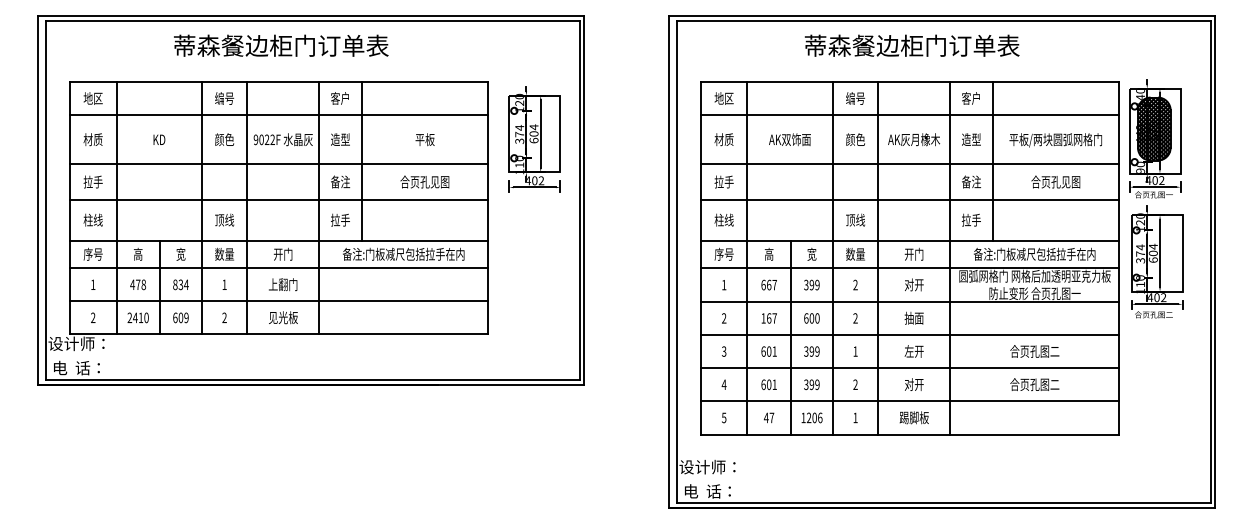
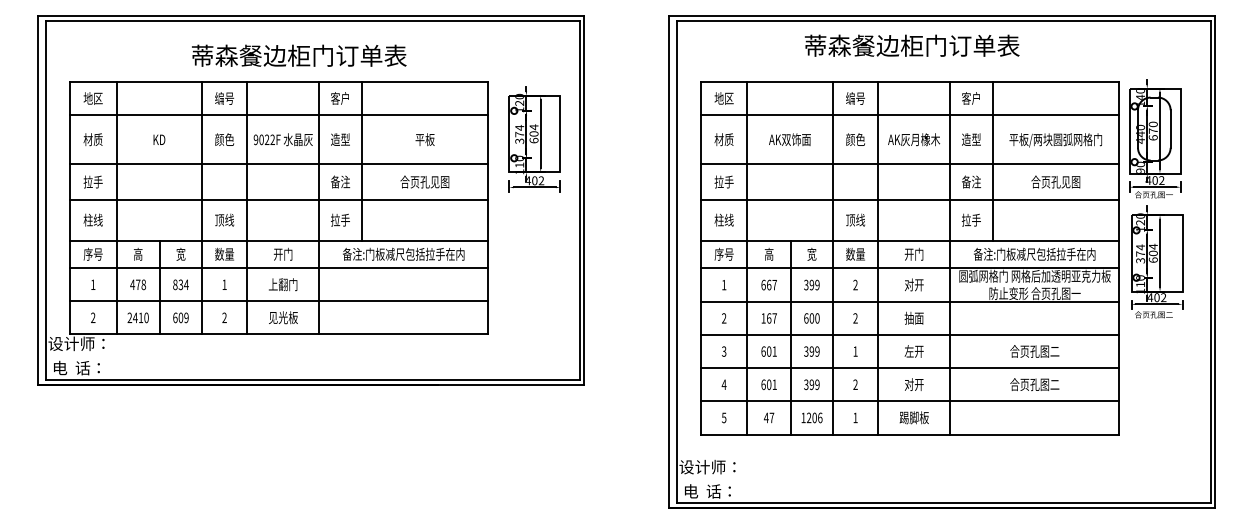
text at (281, 45) position: (281, 45) -> (299, 55)
hatch at (1153, 128): present -> none
